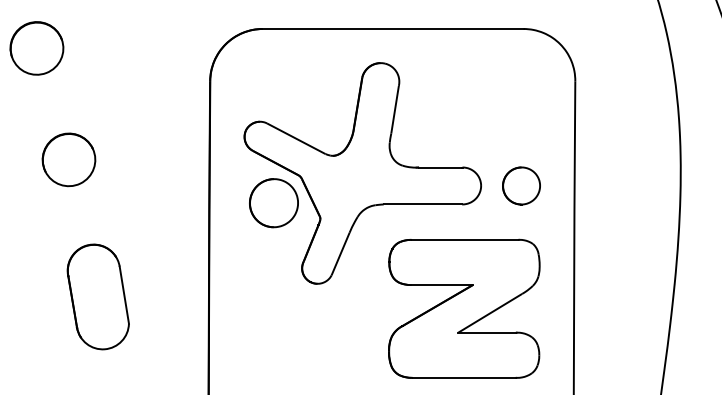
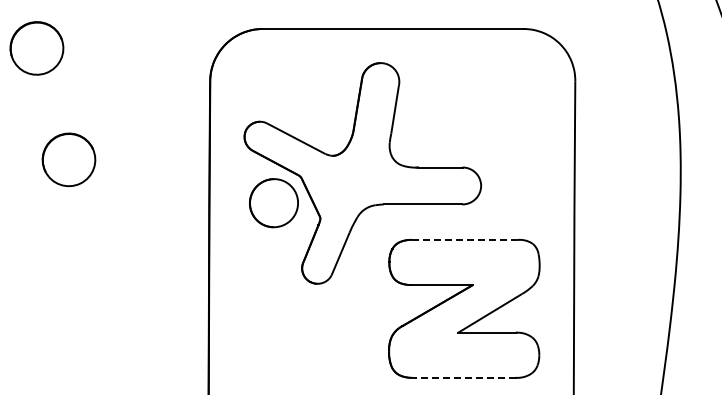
part at (521, 185): present -> none
line at (465, 239): solid -> dashed
part at (97, 296): present -> none
line at (463, 377): solid -> dashed
